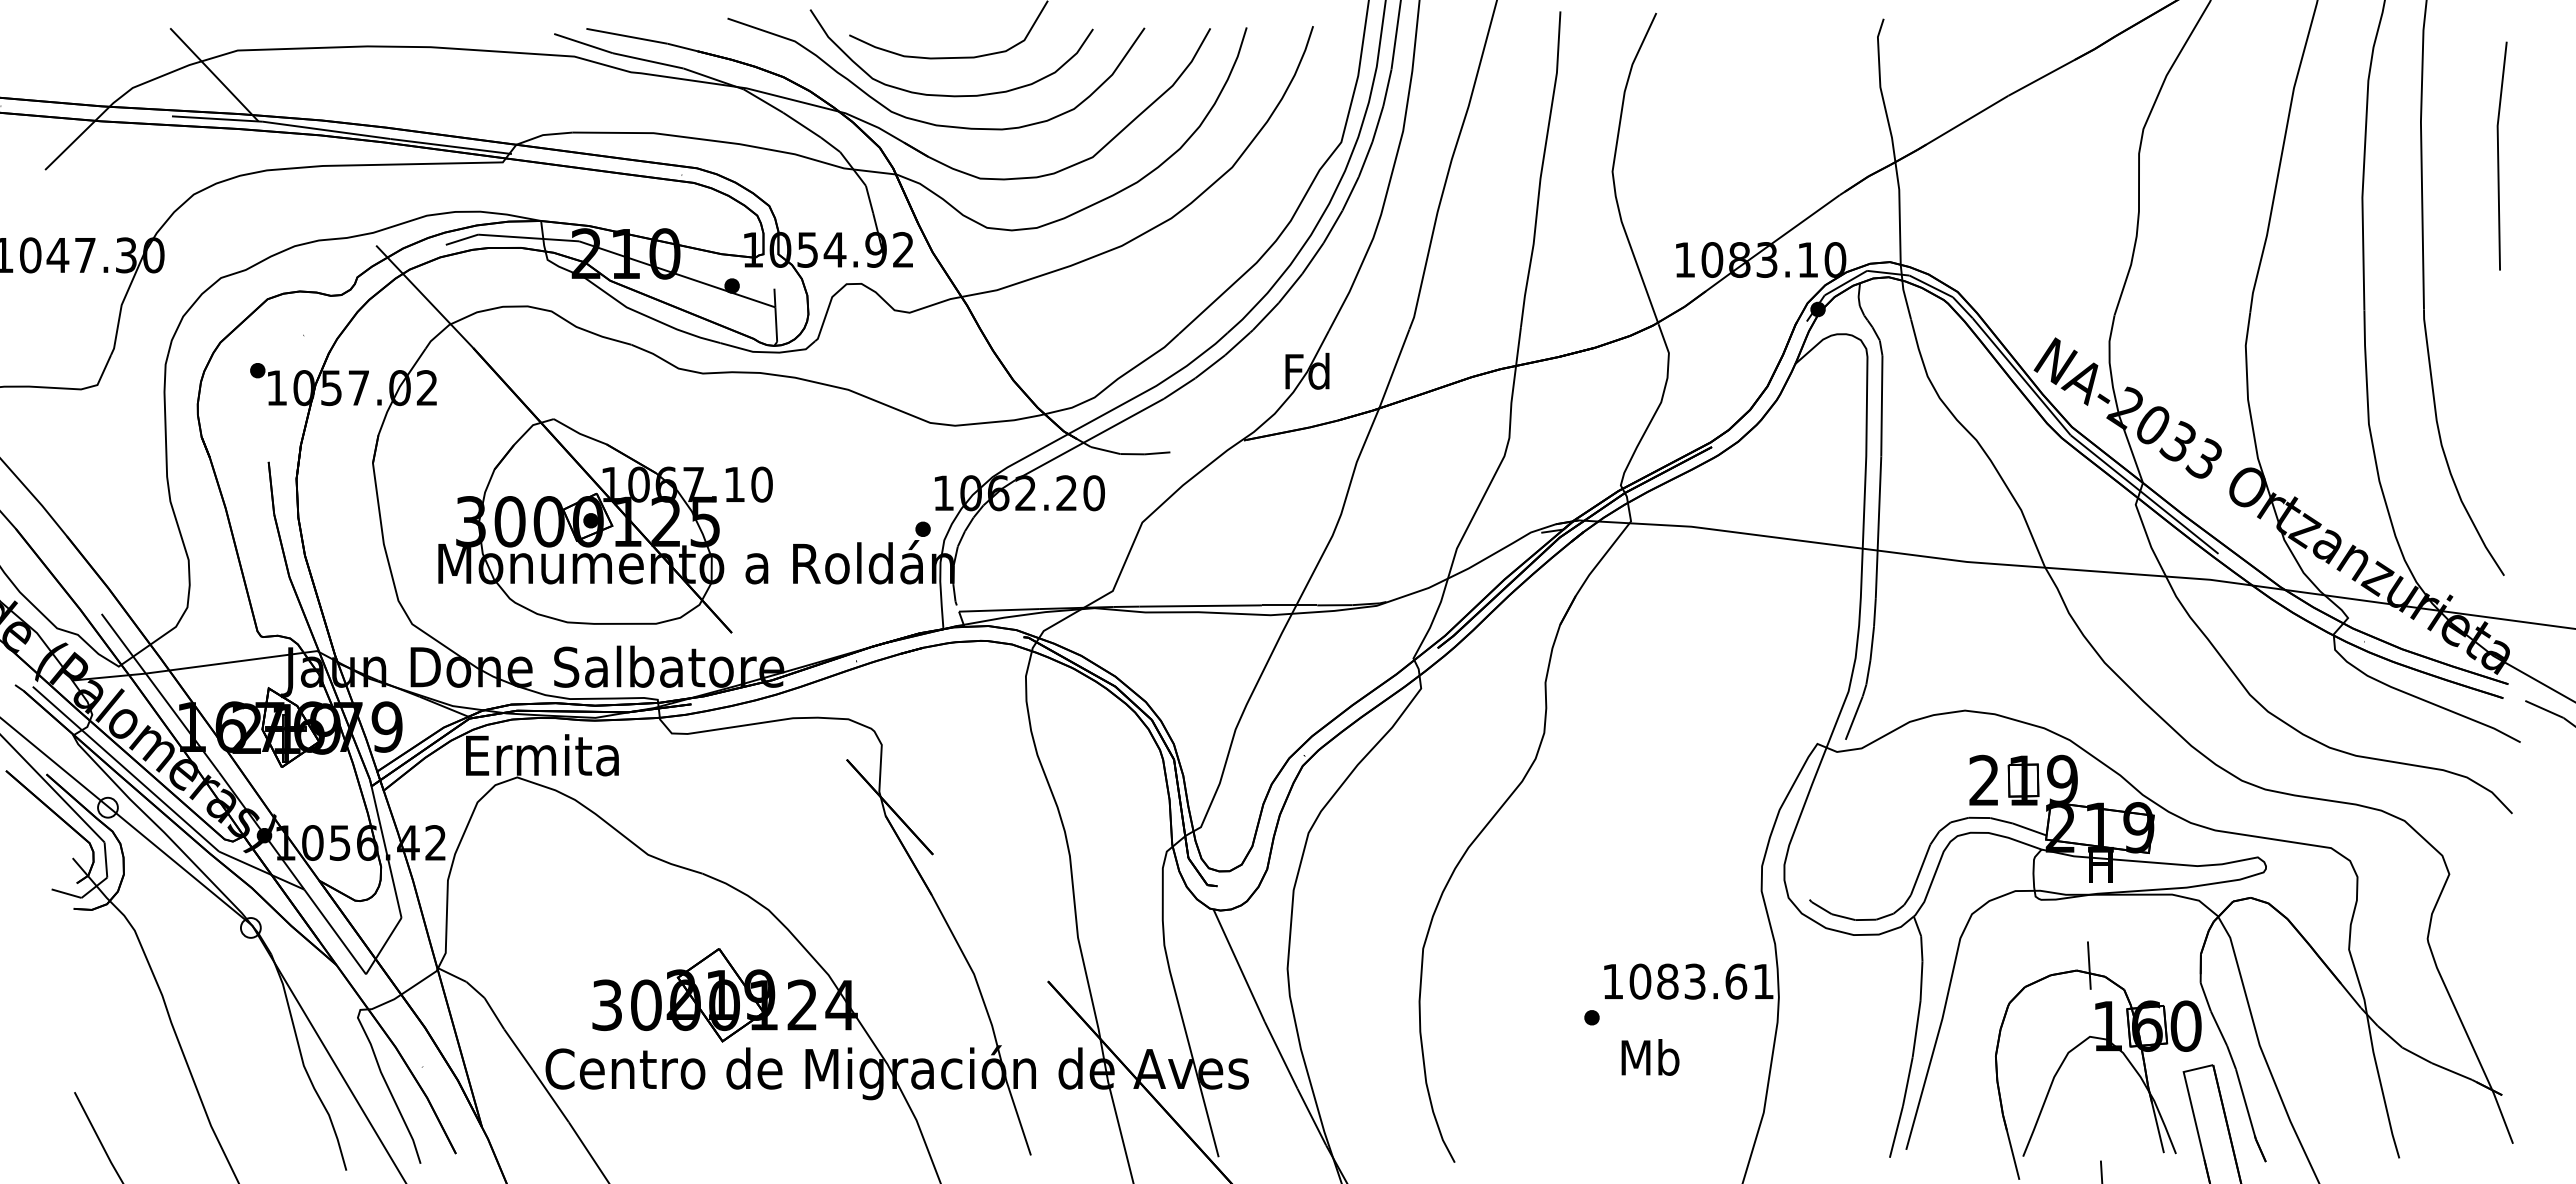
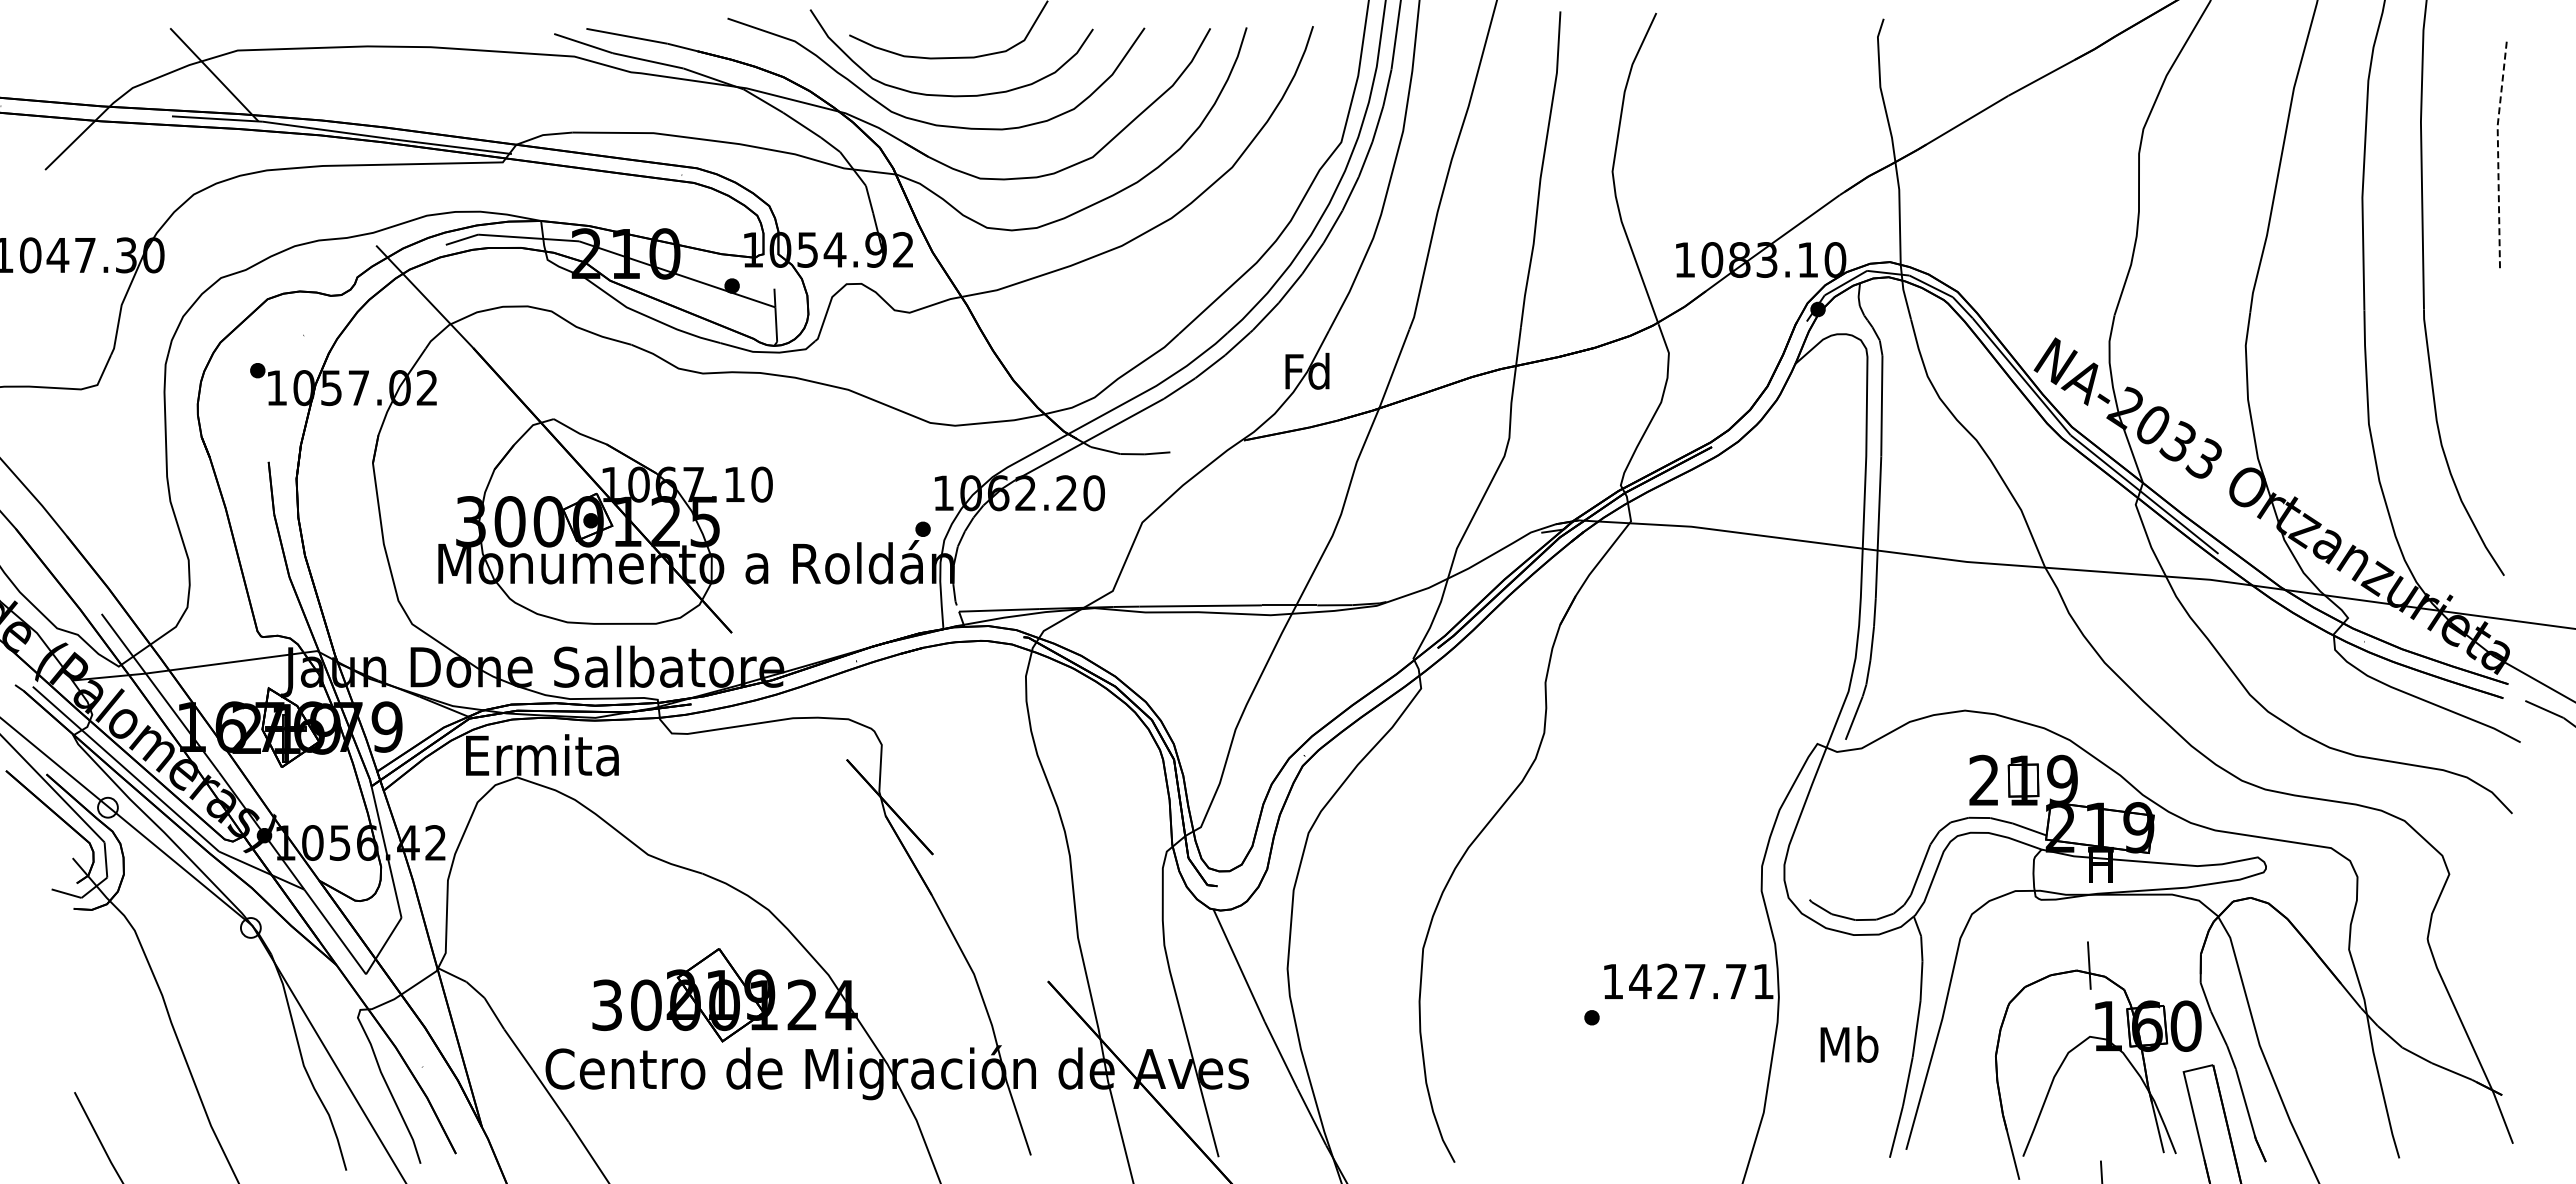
line at (2498, 155): solid -> dashed
text at (1688, 981): 1083.61 -> 1427.71
text at (1650, 1057) position: (1650, 1057) -> (1849, 1044)
